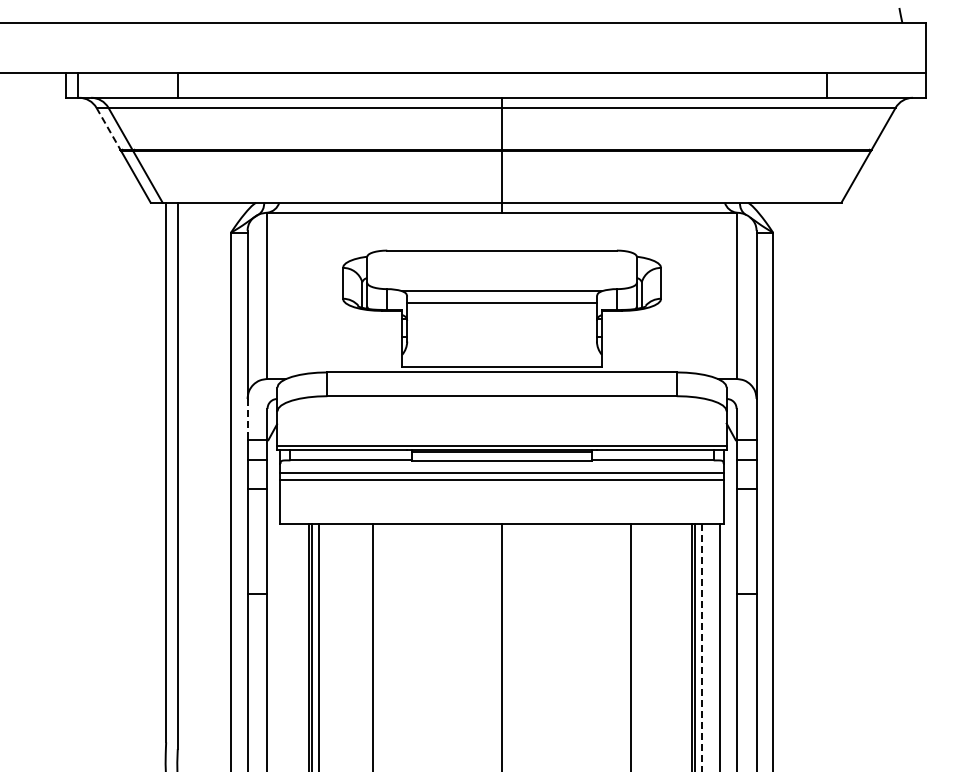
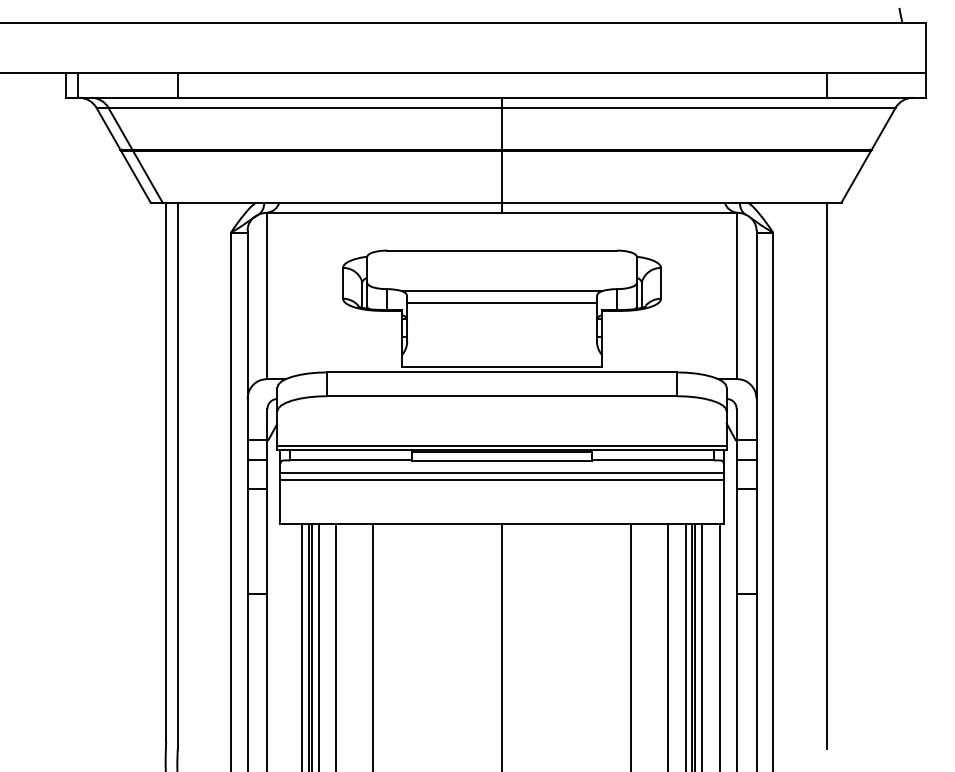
line at (108, 129): dashed -> solid
line at (247, 419): dashed -> solid
line at (826, 475): none -> present
line at (302, 646): none -> present
line at (335, 646): none -> present
line at (668, 646): none -> present
line at (685, 646): none -> present
line at (701, 648): dashed -> solid
